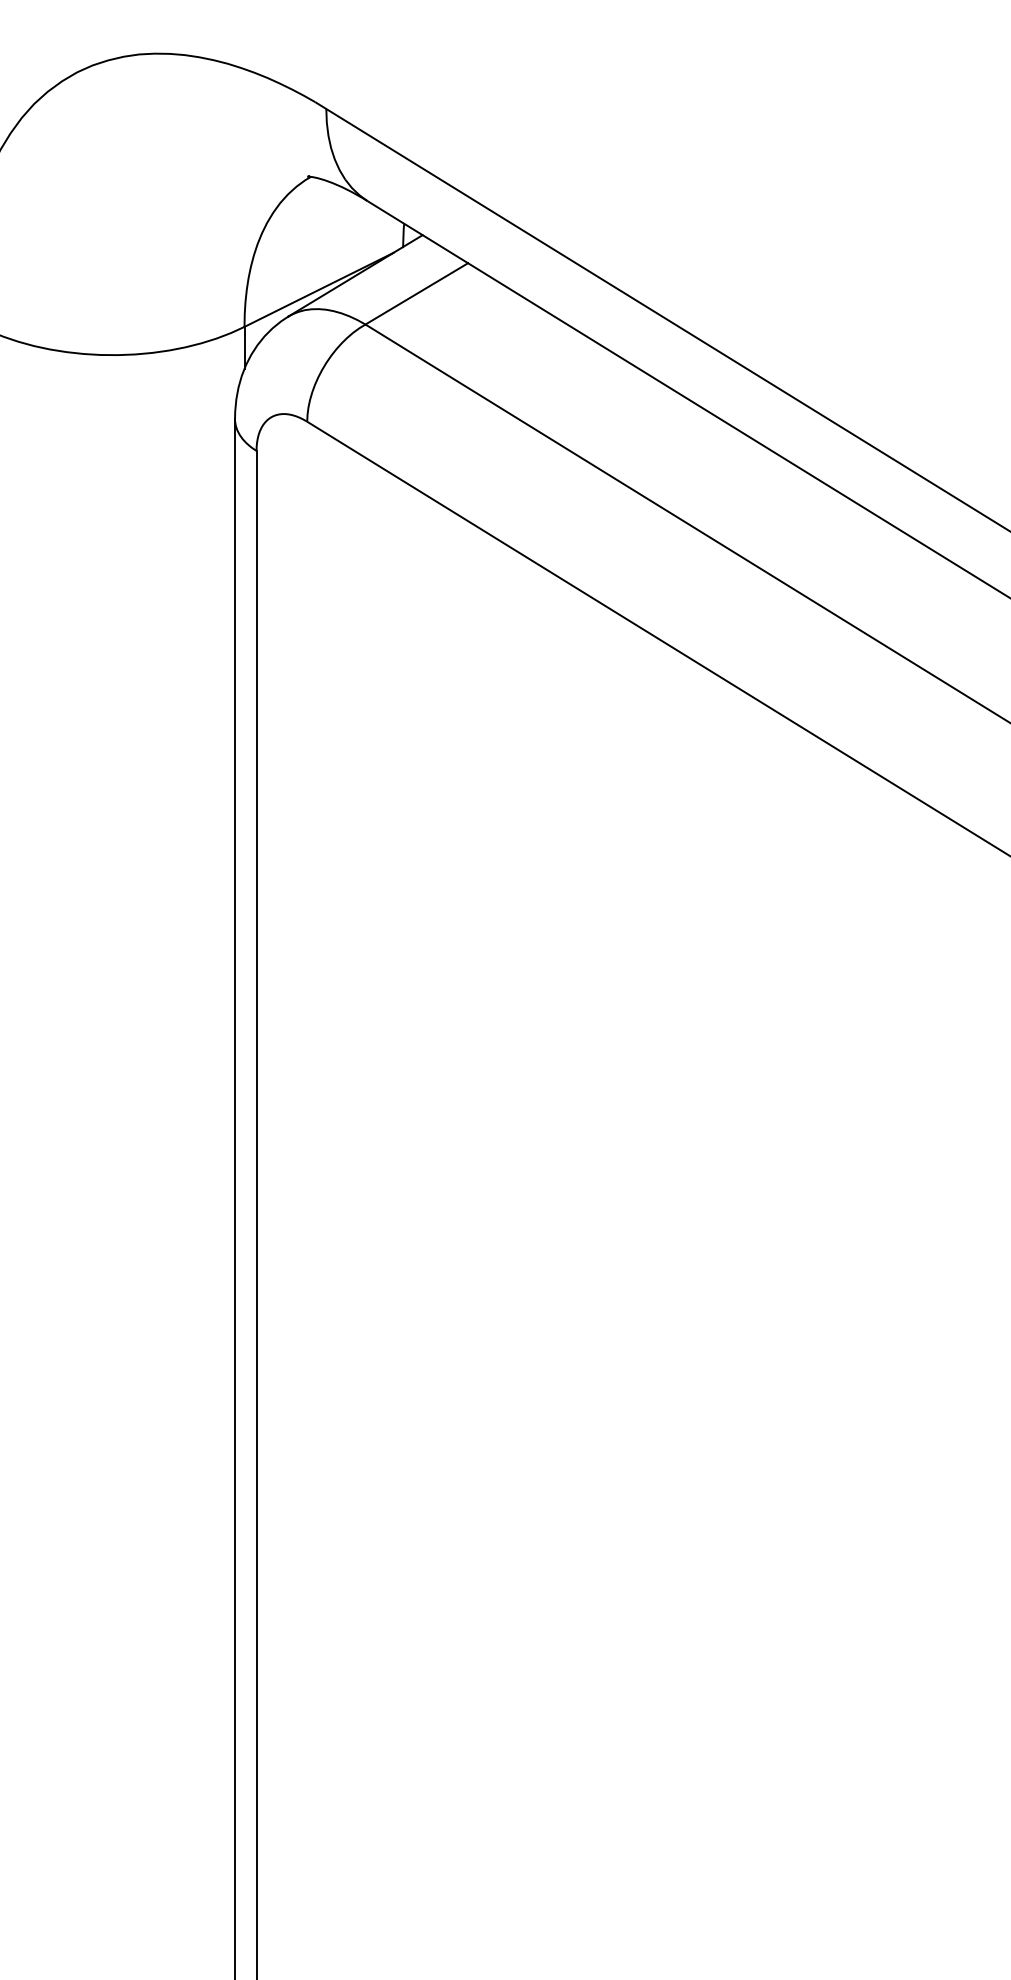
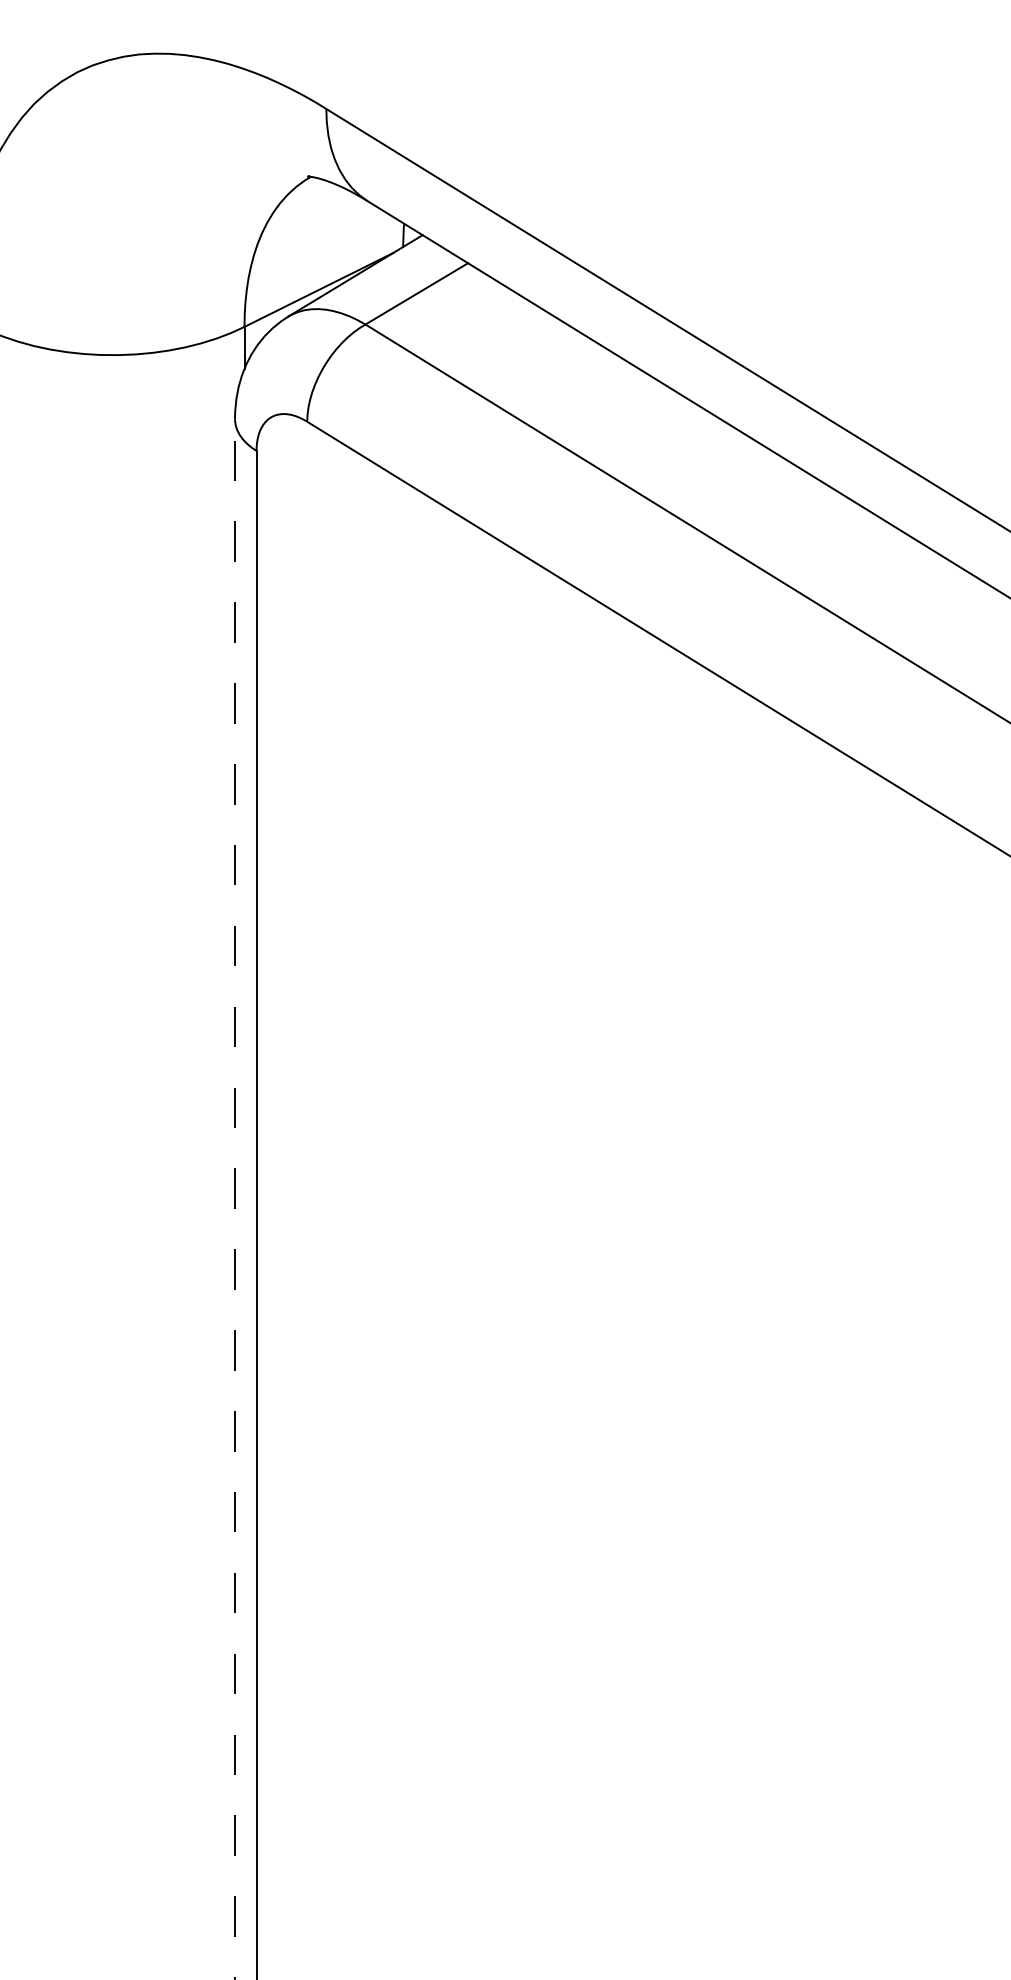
line at (235, 1199): solid -> dashed
